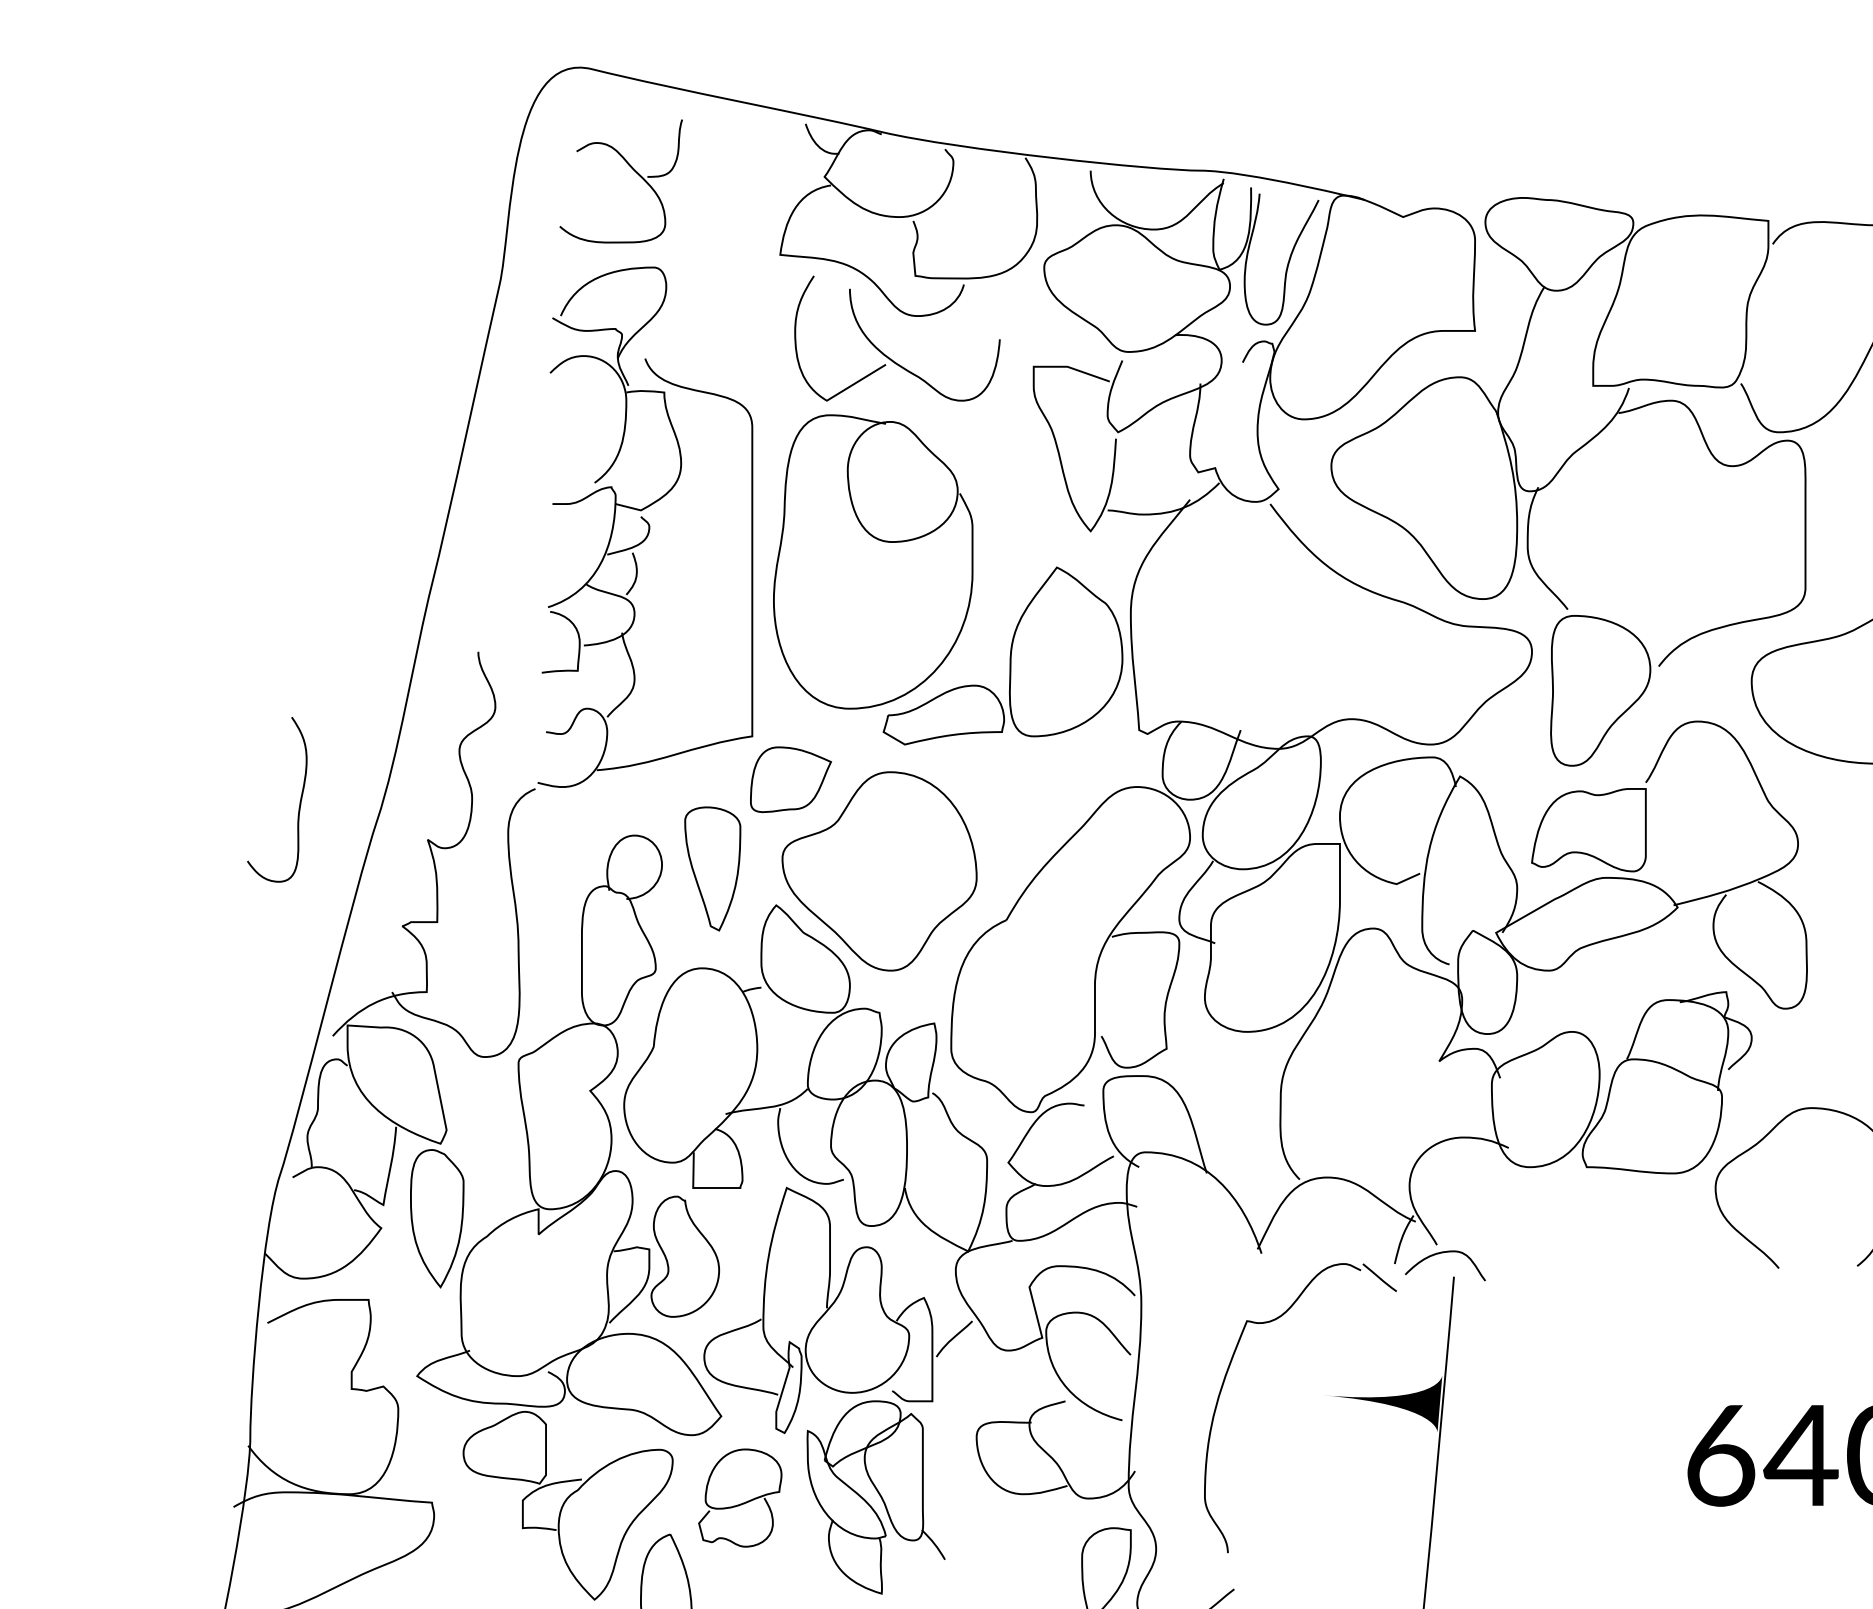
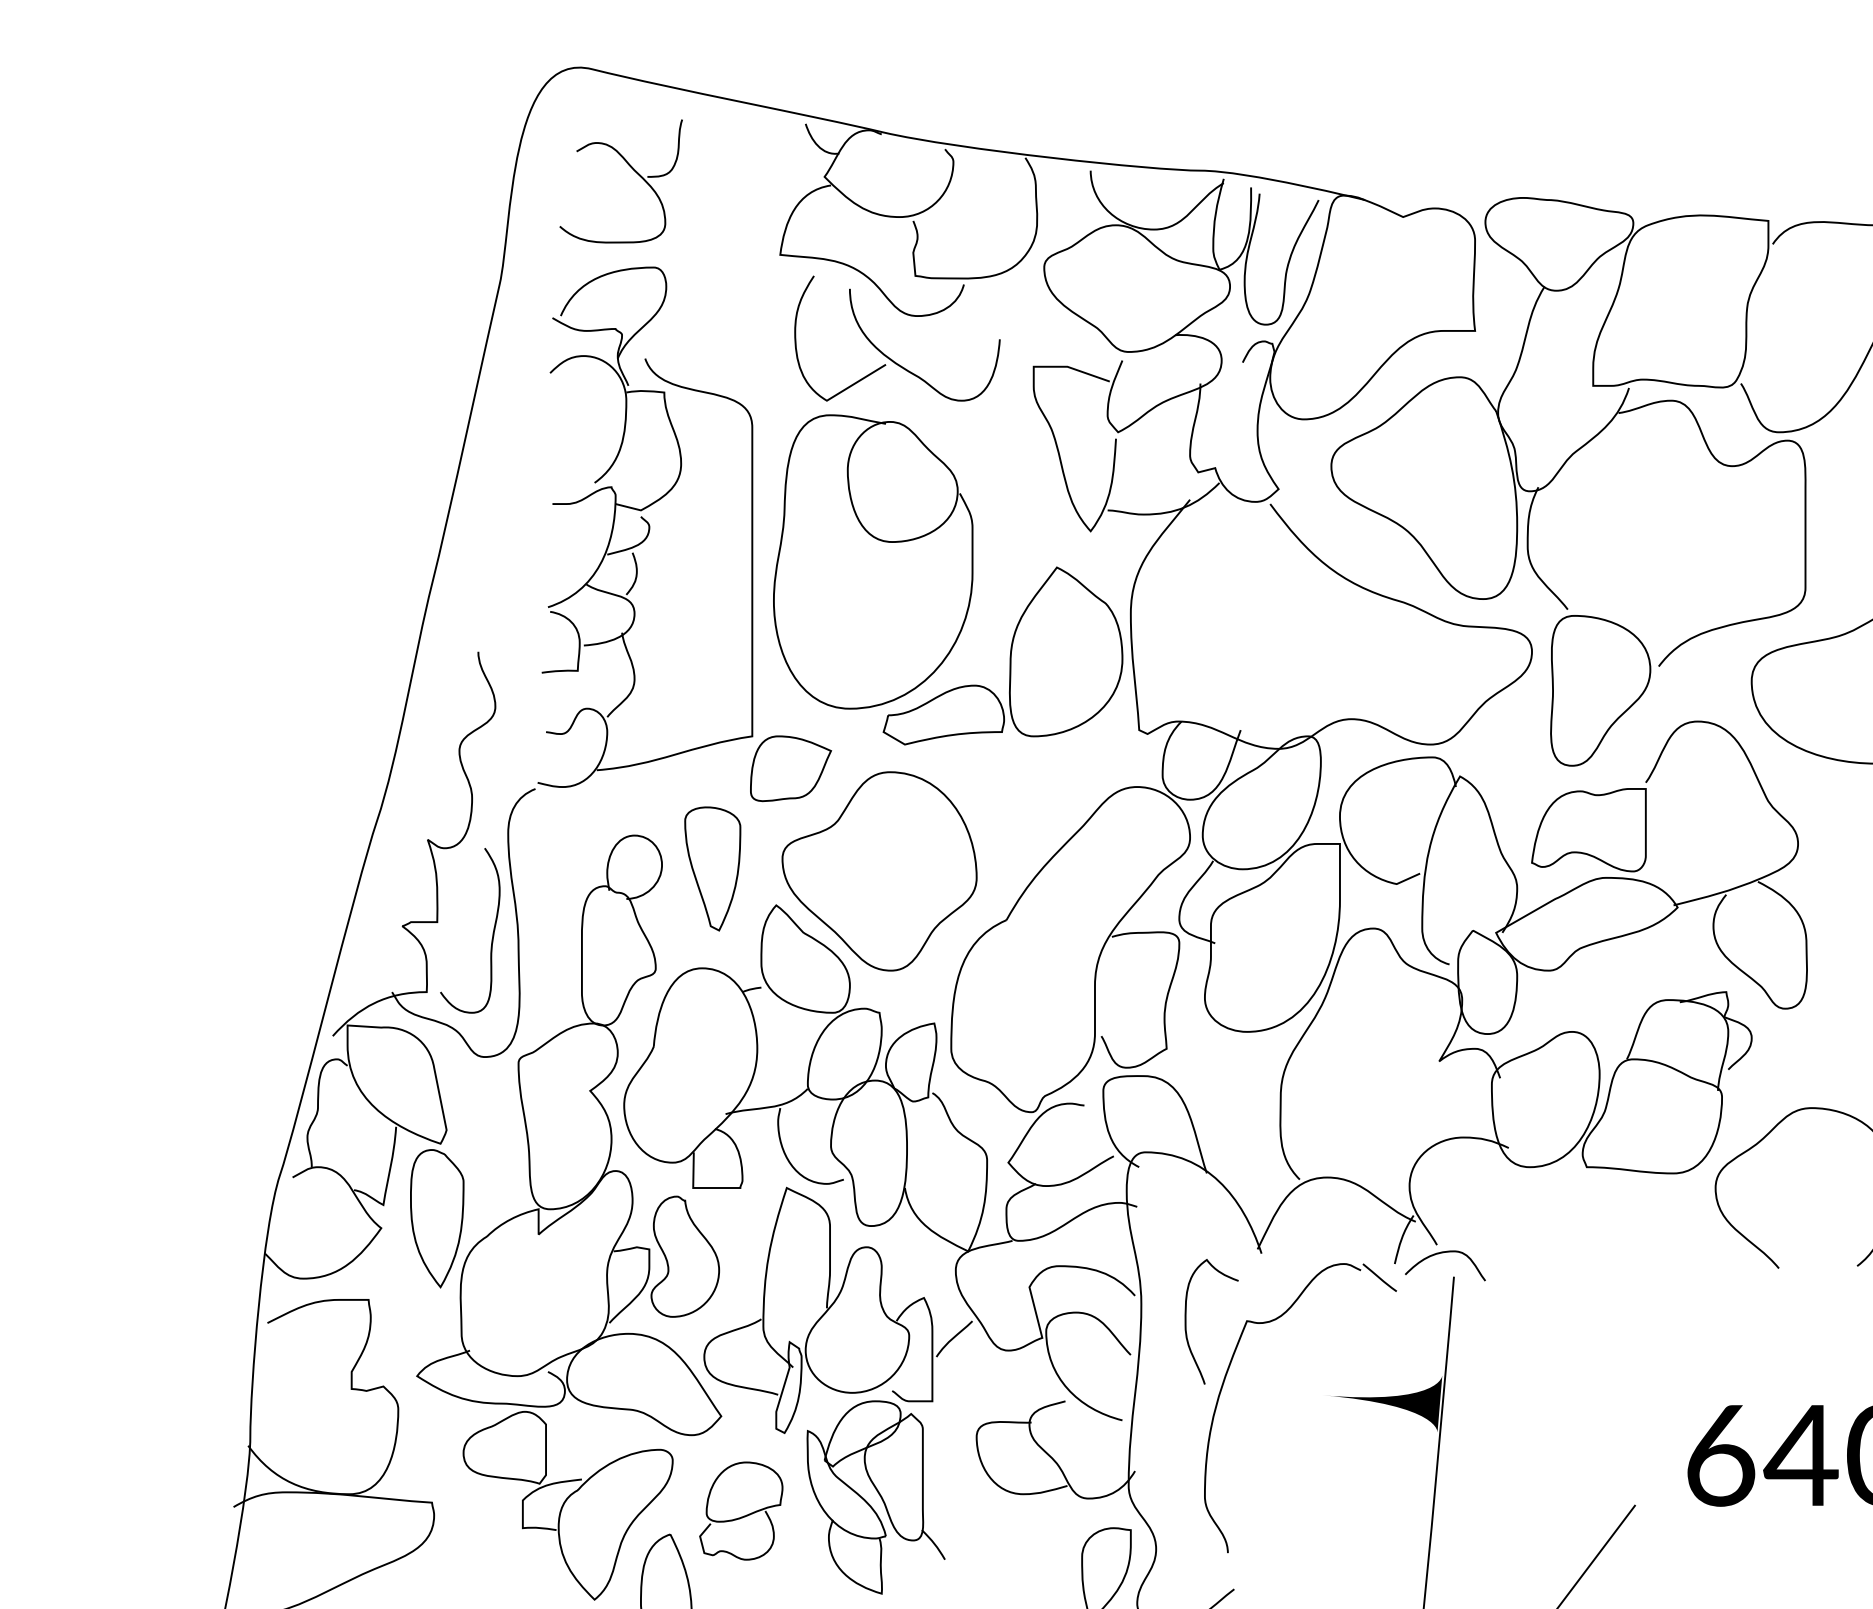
part at (791, 779) position: (791, 779) -> (791, 768)
curve at (299, 801) position: (299, 801) -> (492, 932)
curve at (1186, 1321): none -> present
part at (740, 1497) position: (740, 1497) -> (741, 1510)
line at (1596, 1555): none -> present
